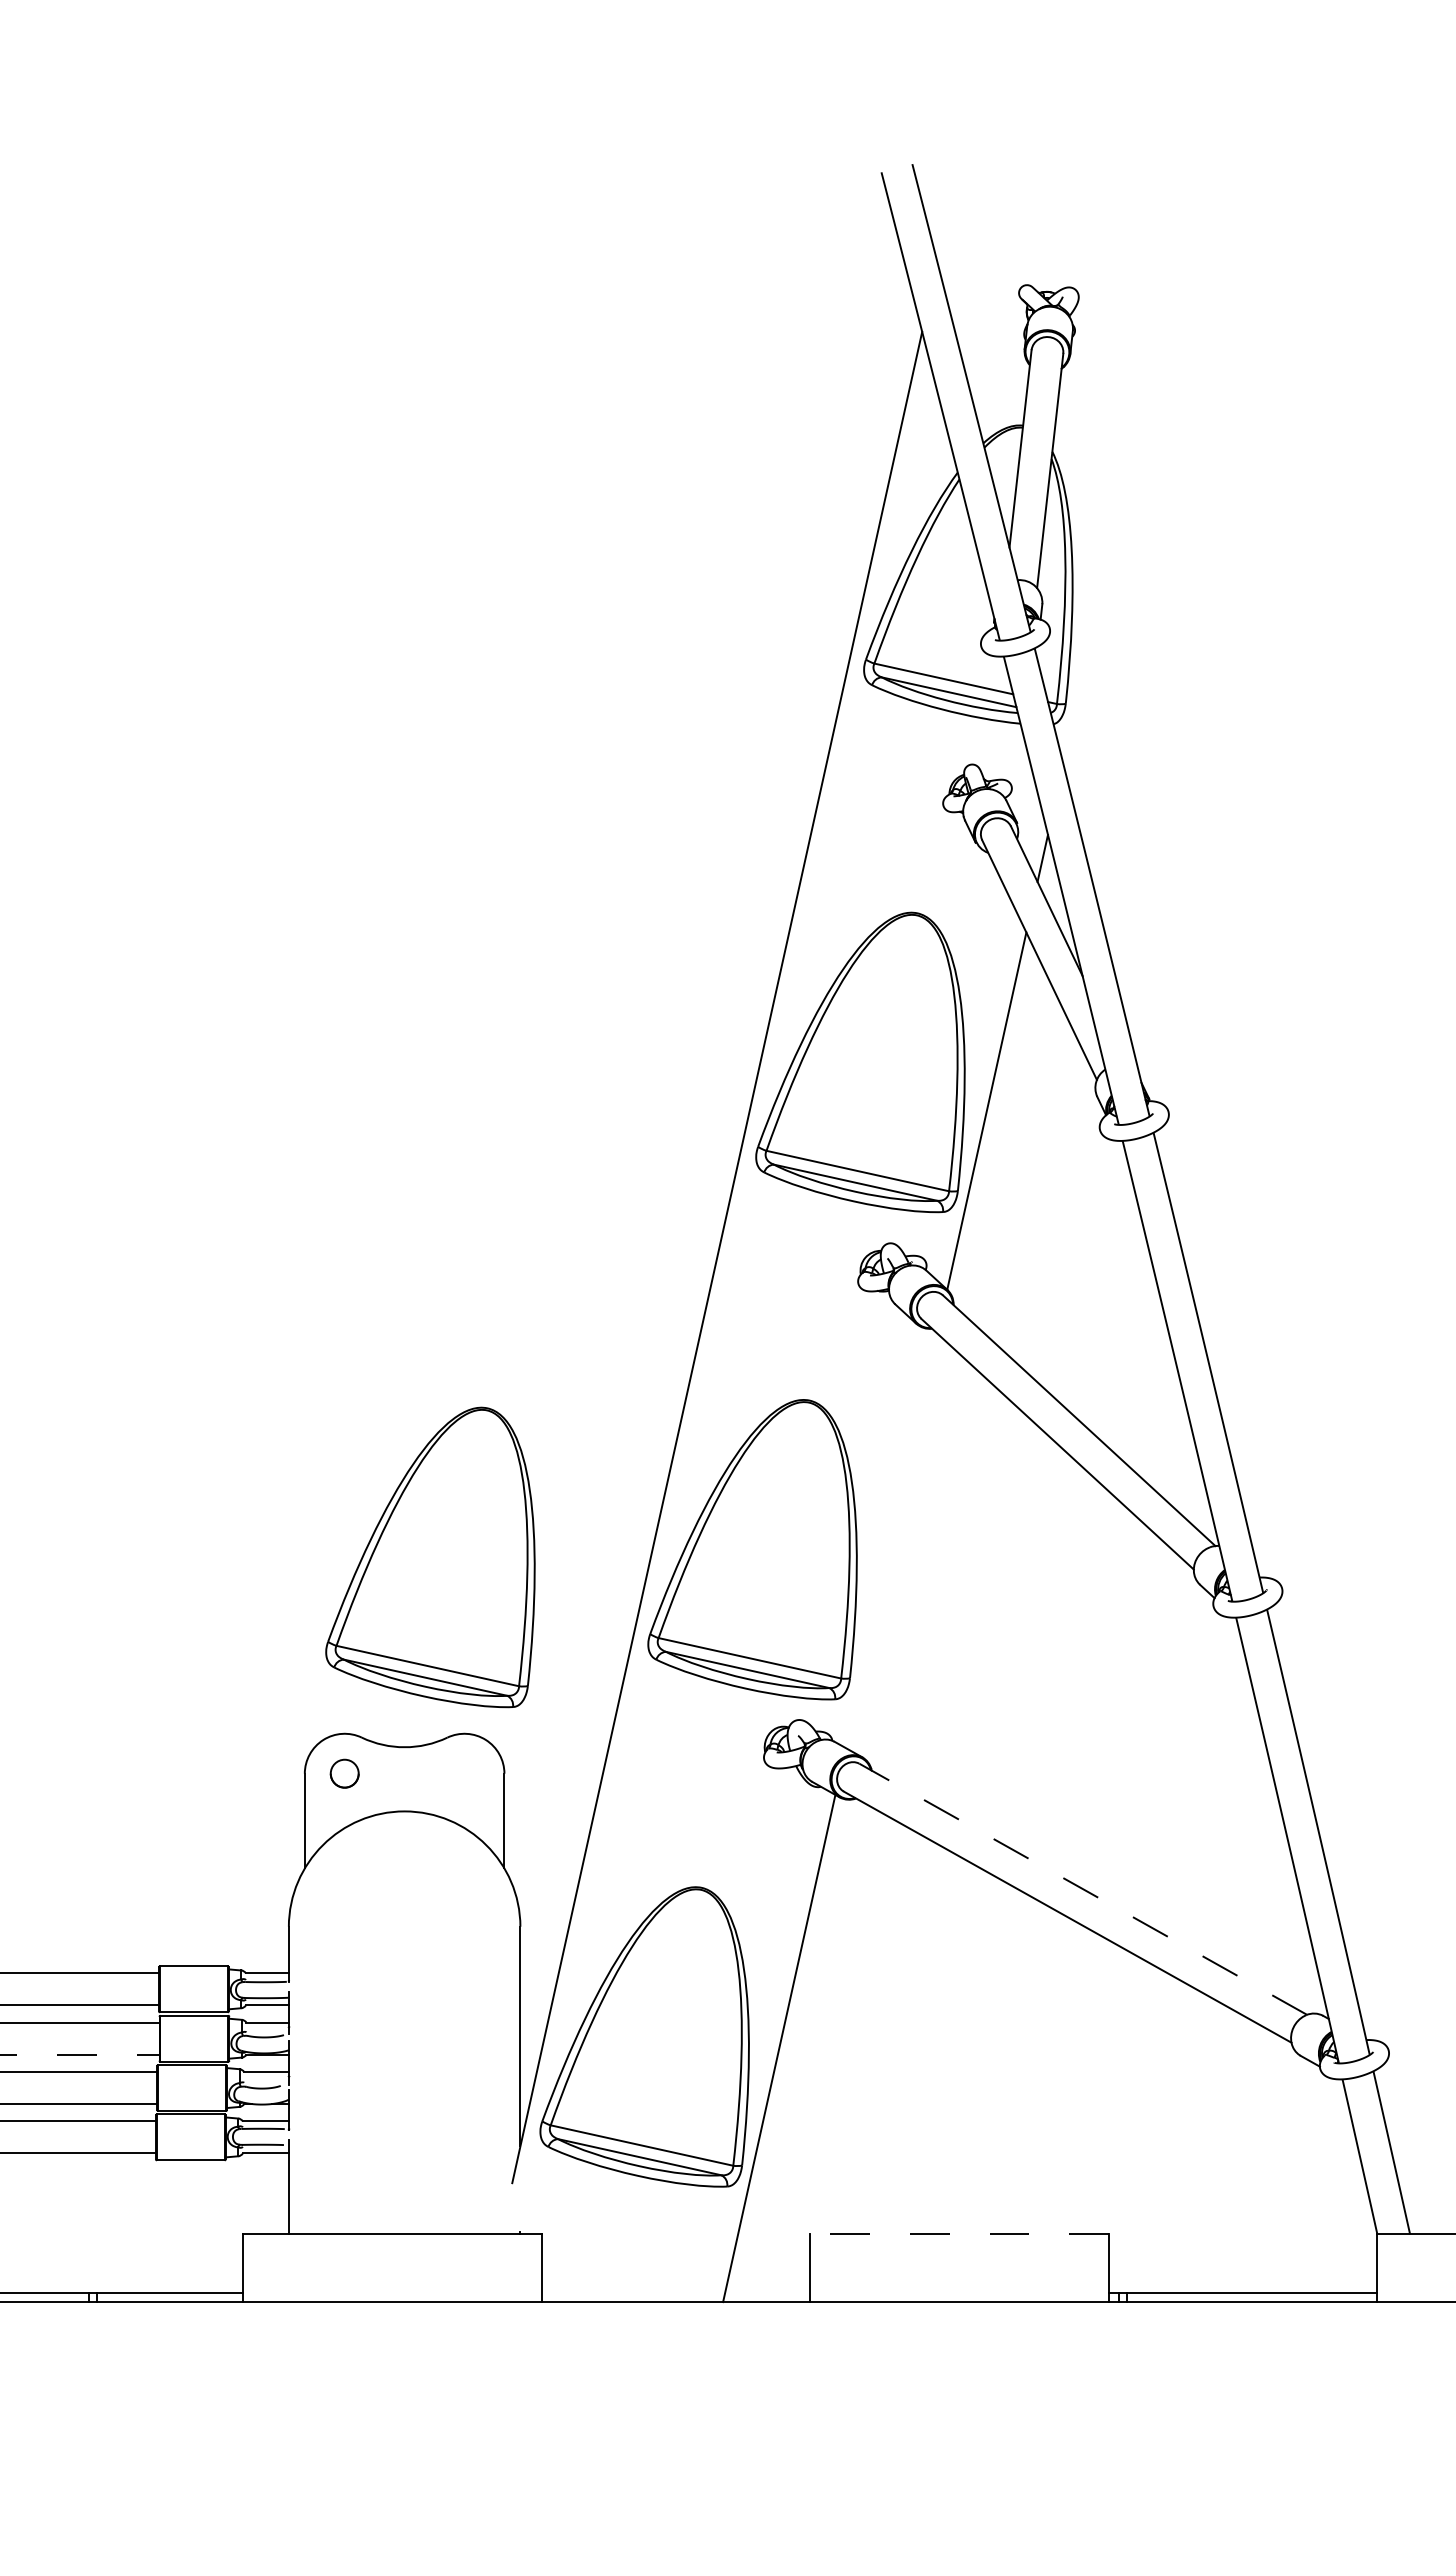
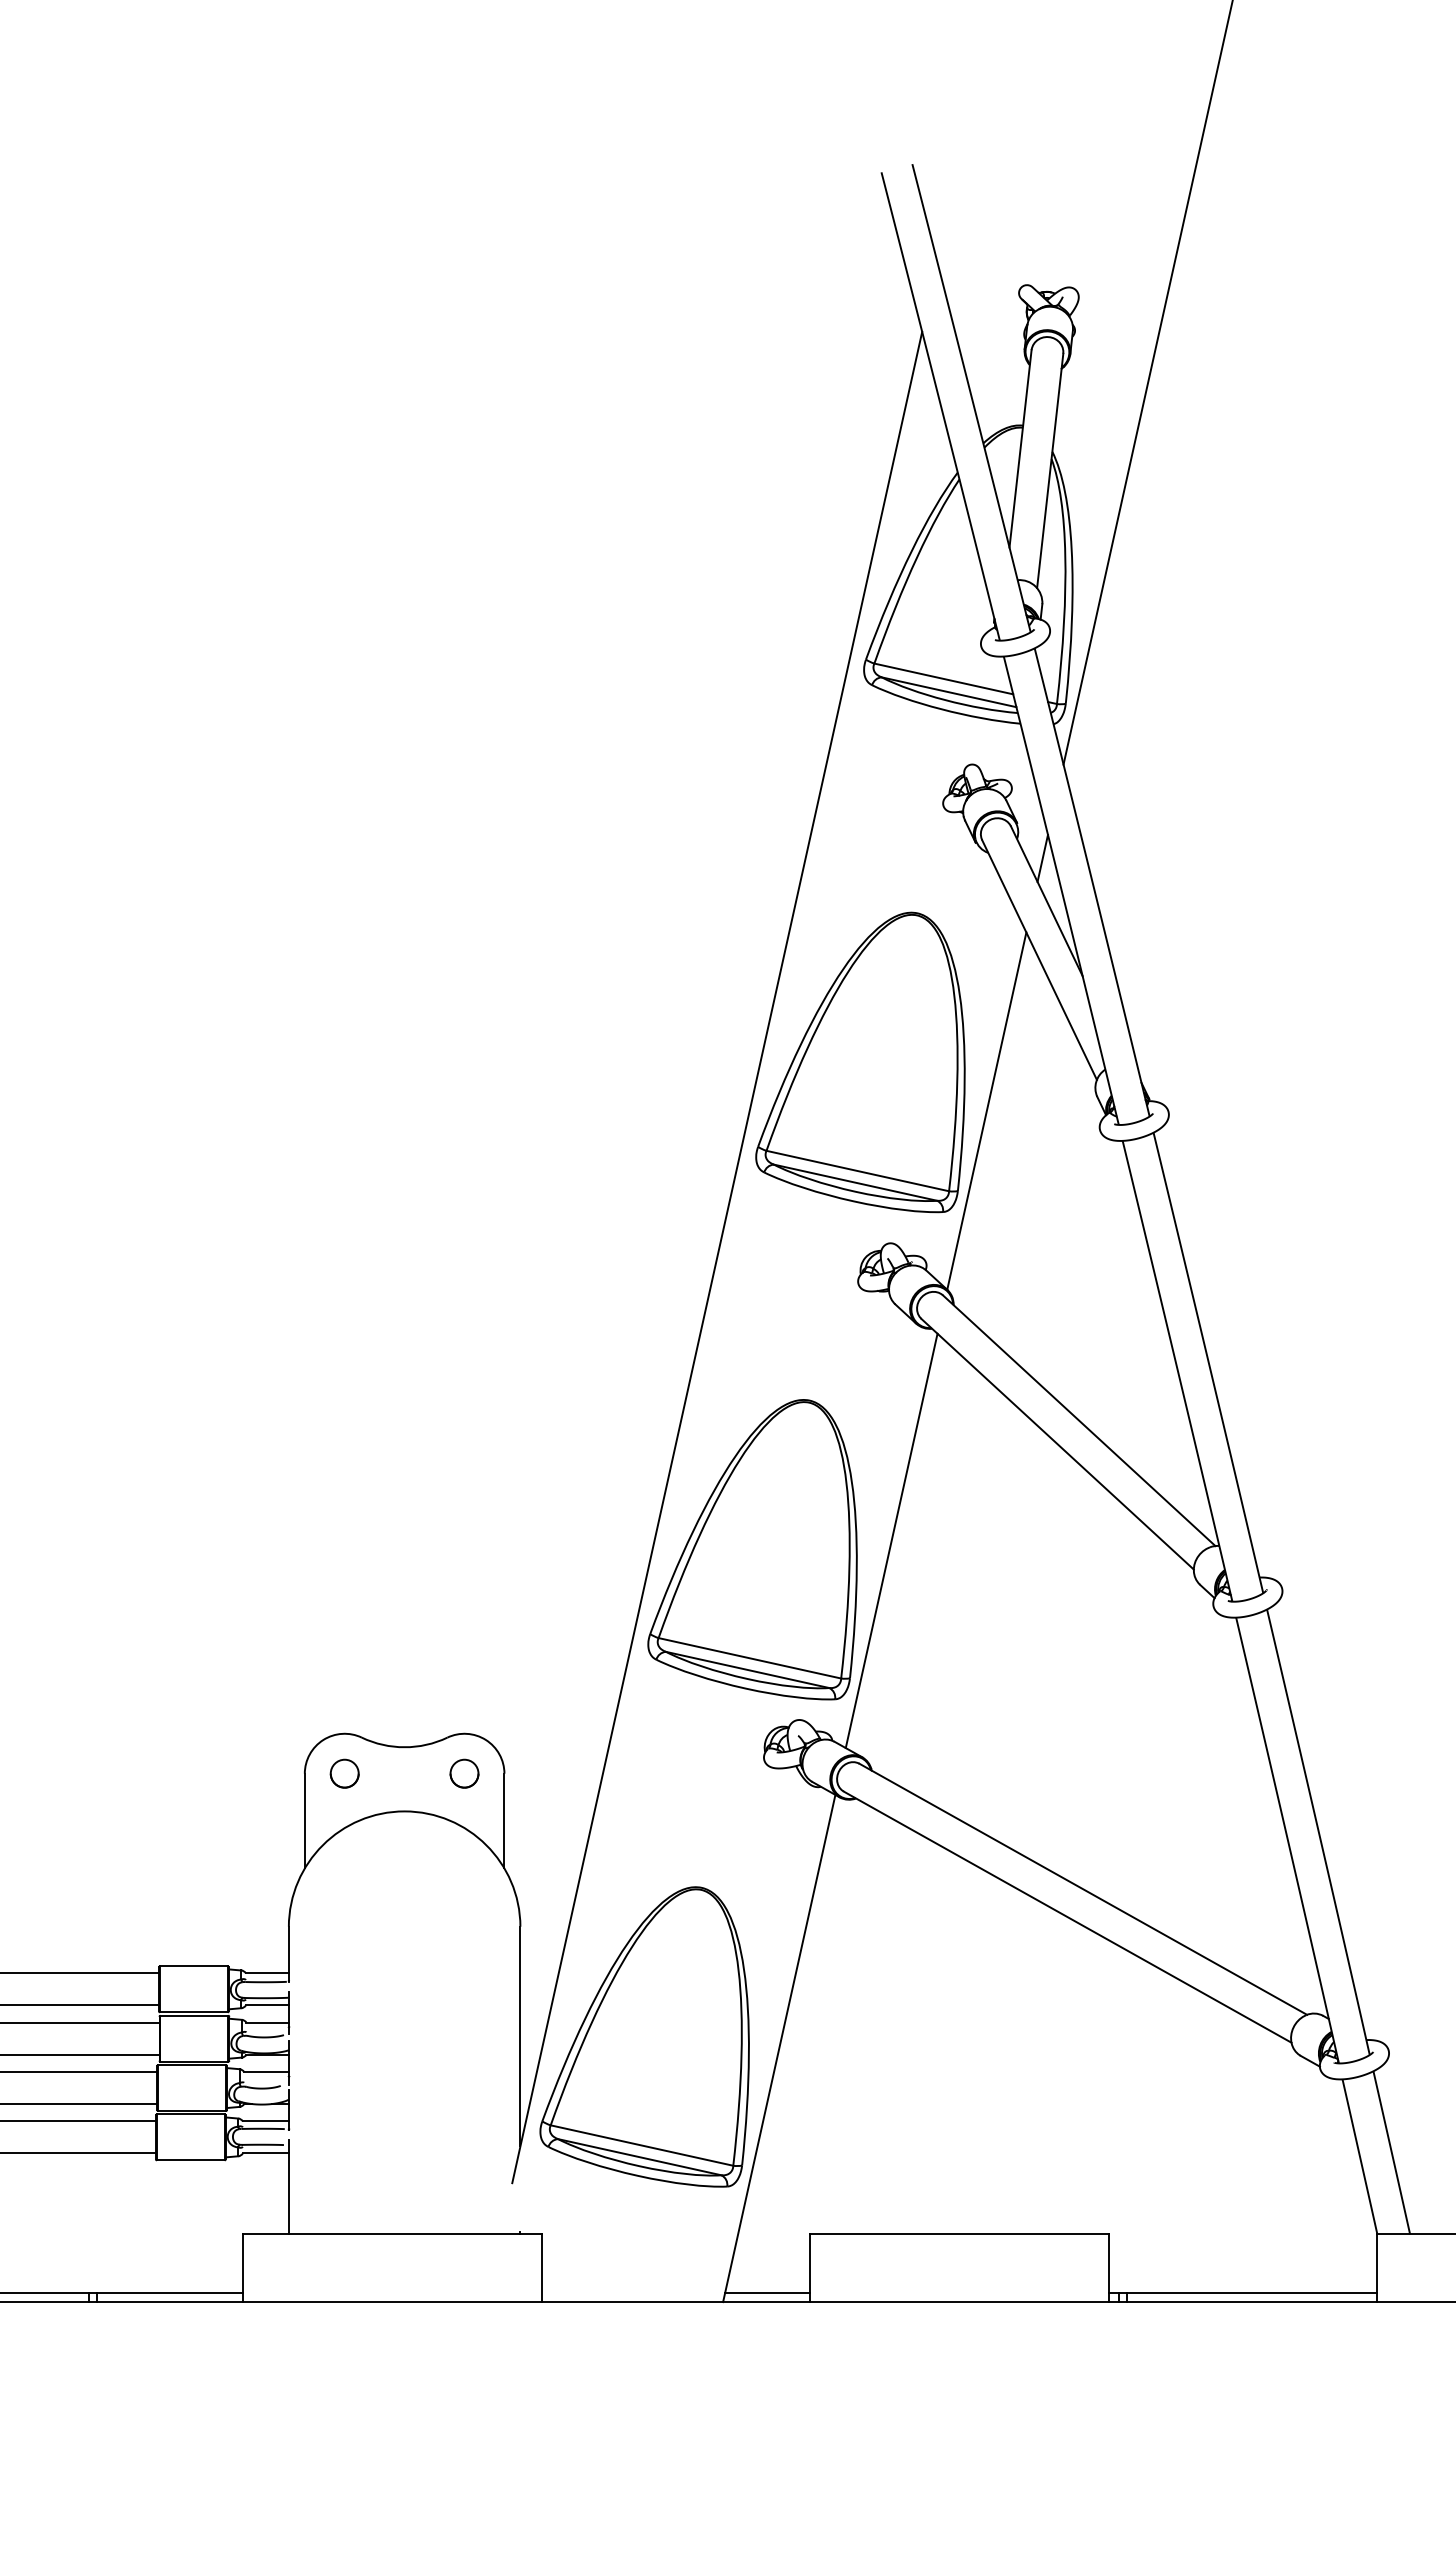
line at (1147, 383): none -> present
line at (891, 1540): none -> present
part at (430, 1557): present -> none
part at (464, 1773): none -> present
line at (1083, 1889): dashed -> solid
line at (80, 2054): dashed -> solid
line at (959, 2234): dashed -> solid
line at (767, 2293): none -> present
